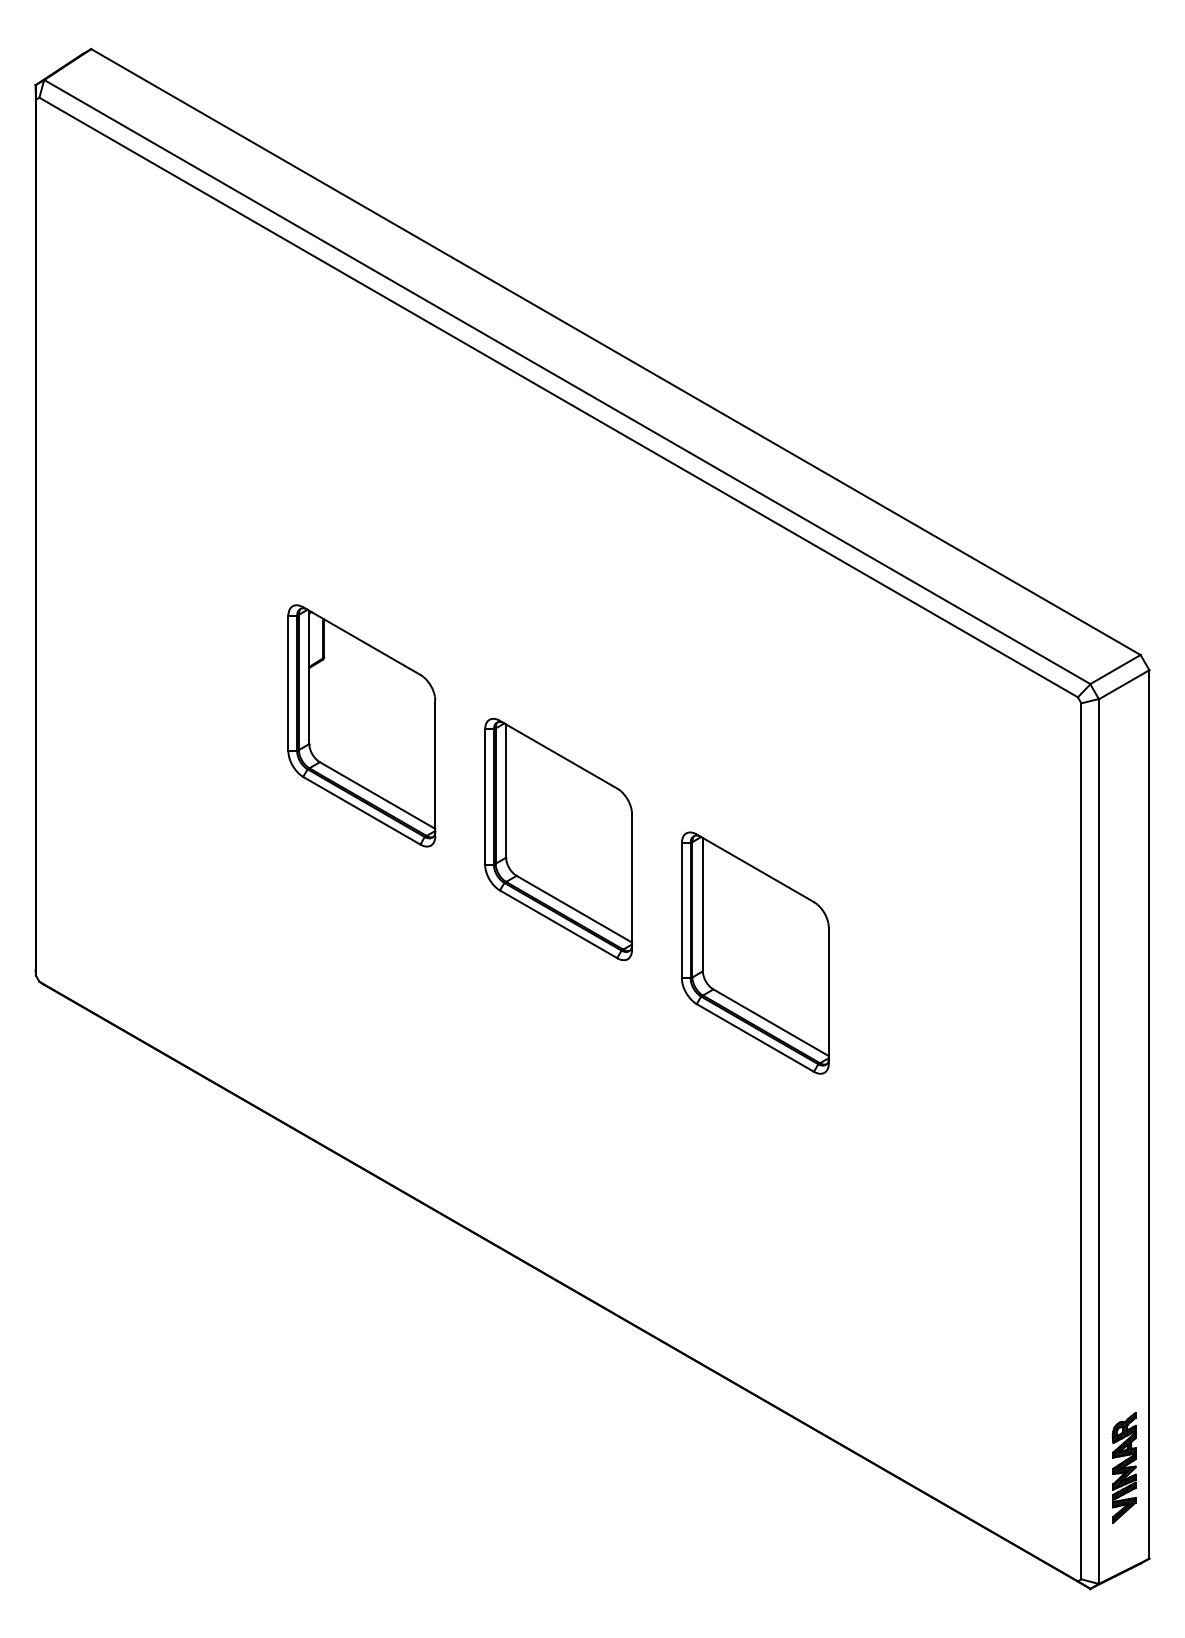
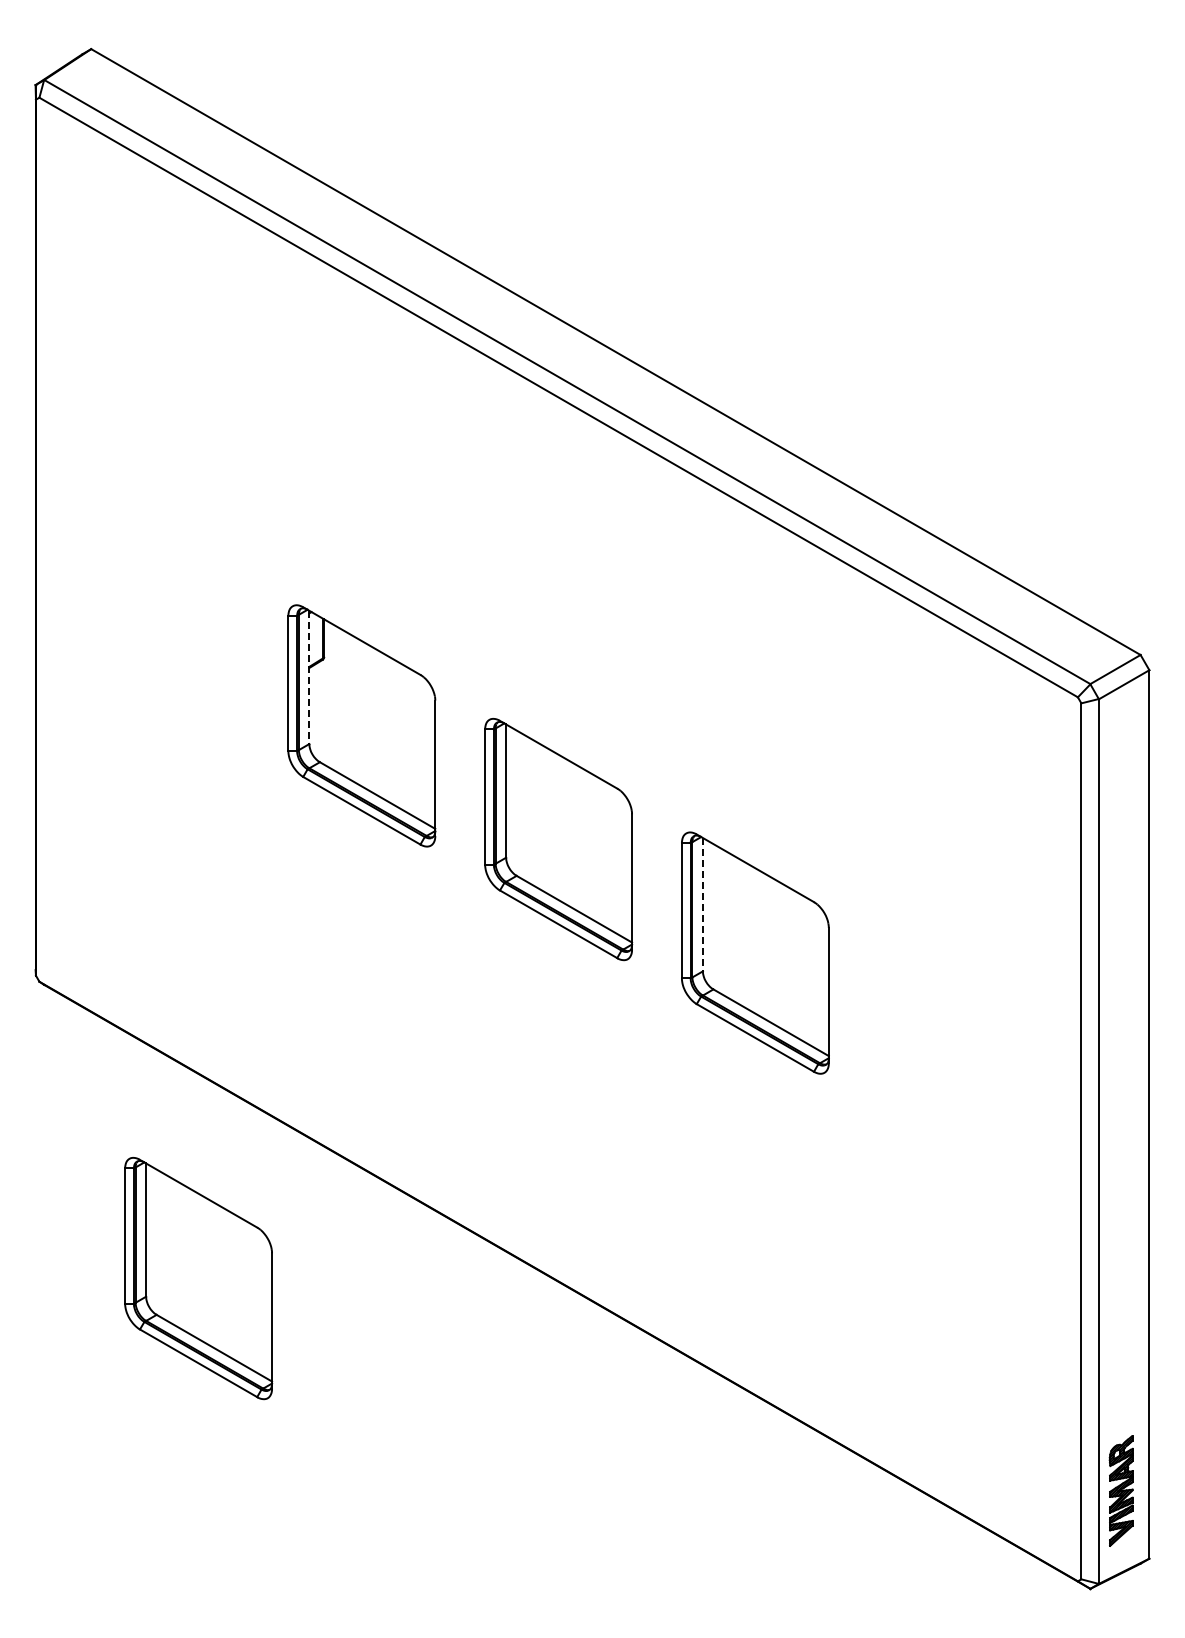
line at (309, 677): solid -> dashed
line at (702, 904): solid -> dashed
part at (198, 1278): none -> present
part at (1123, 1467) position: (1123, 1467) -> (1120, 1490)
